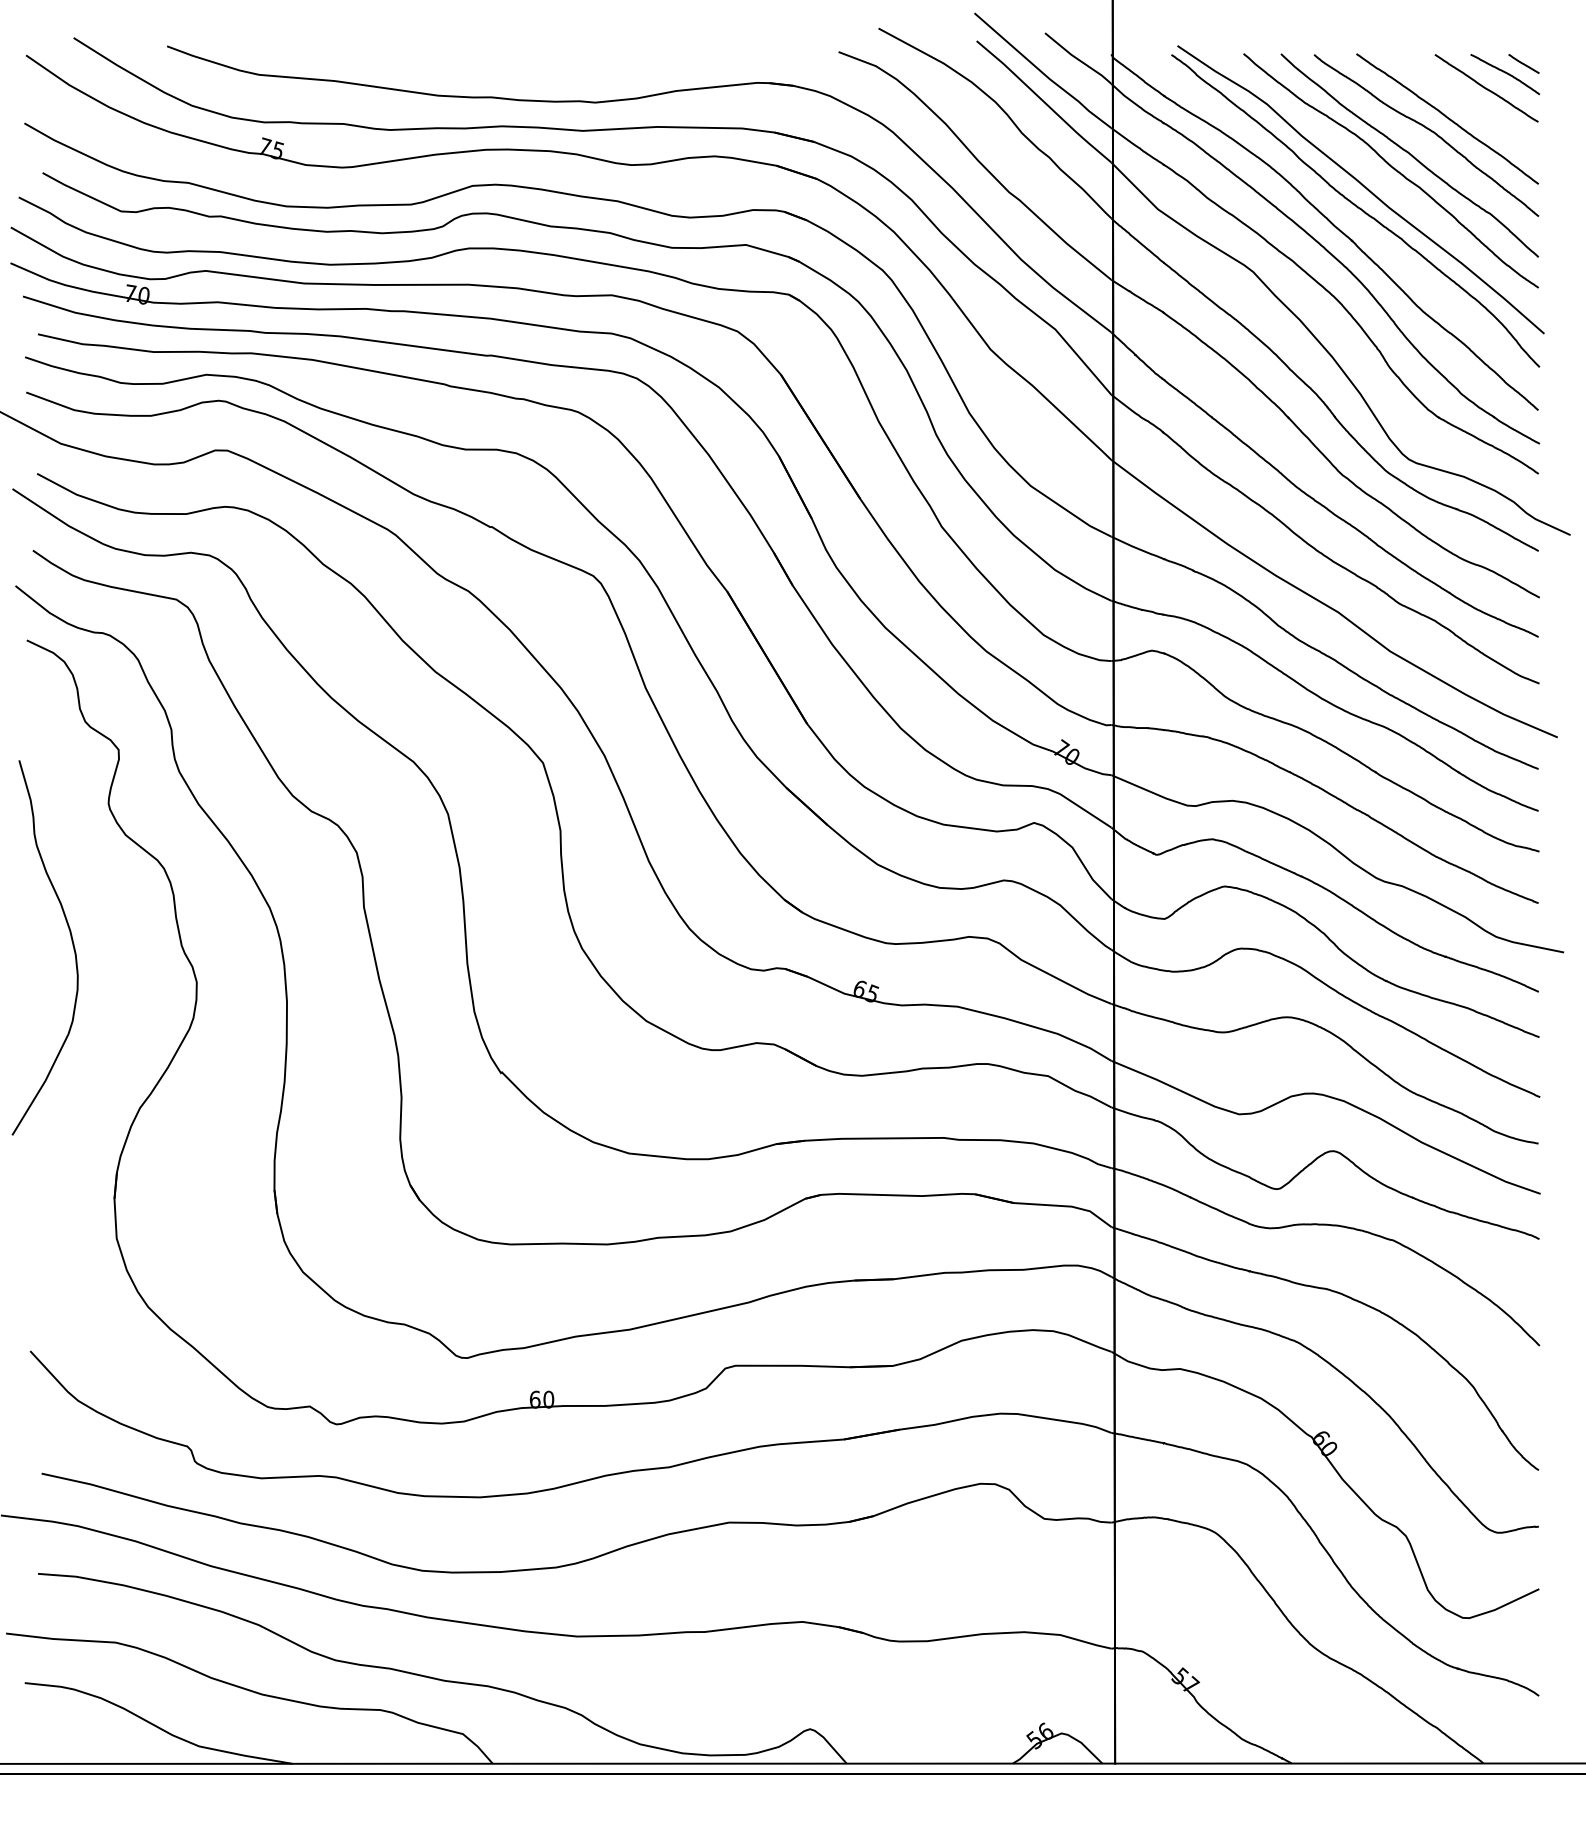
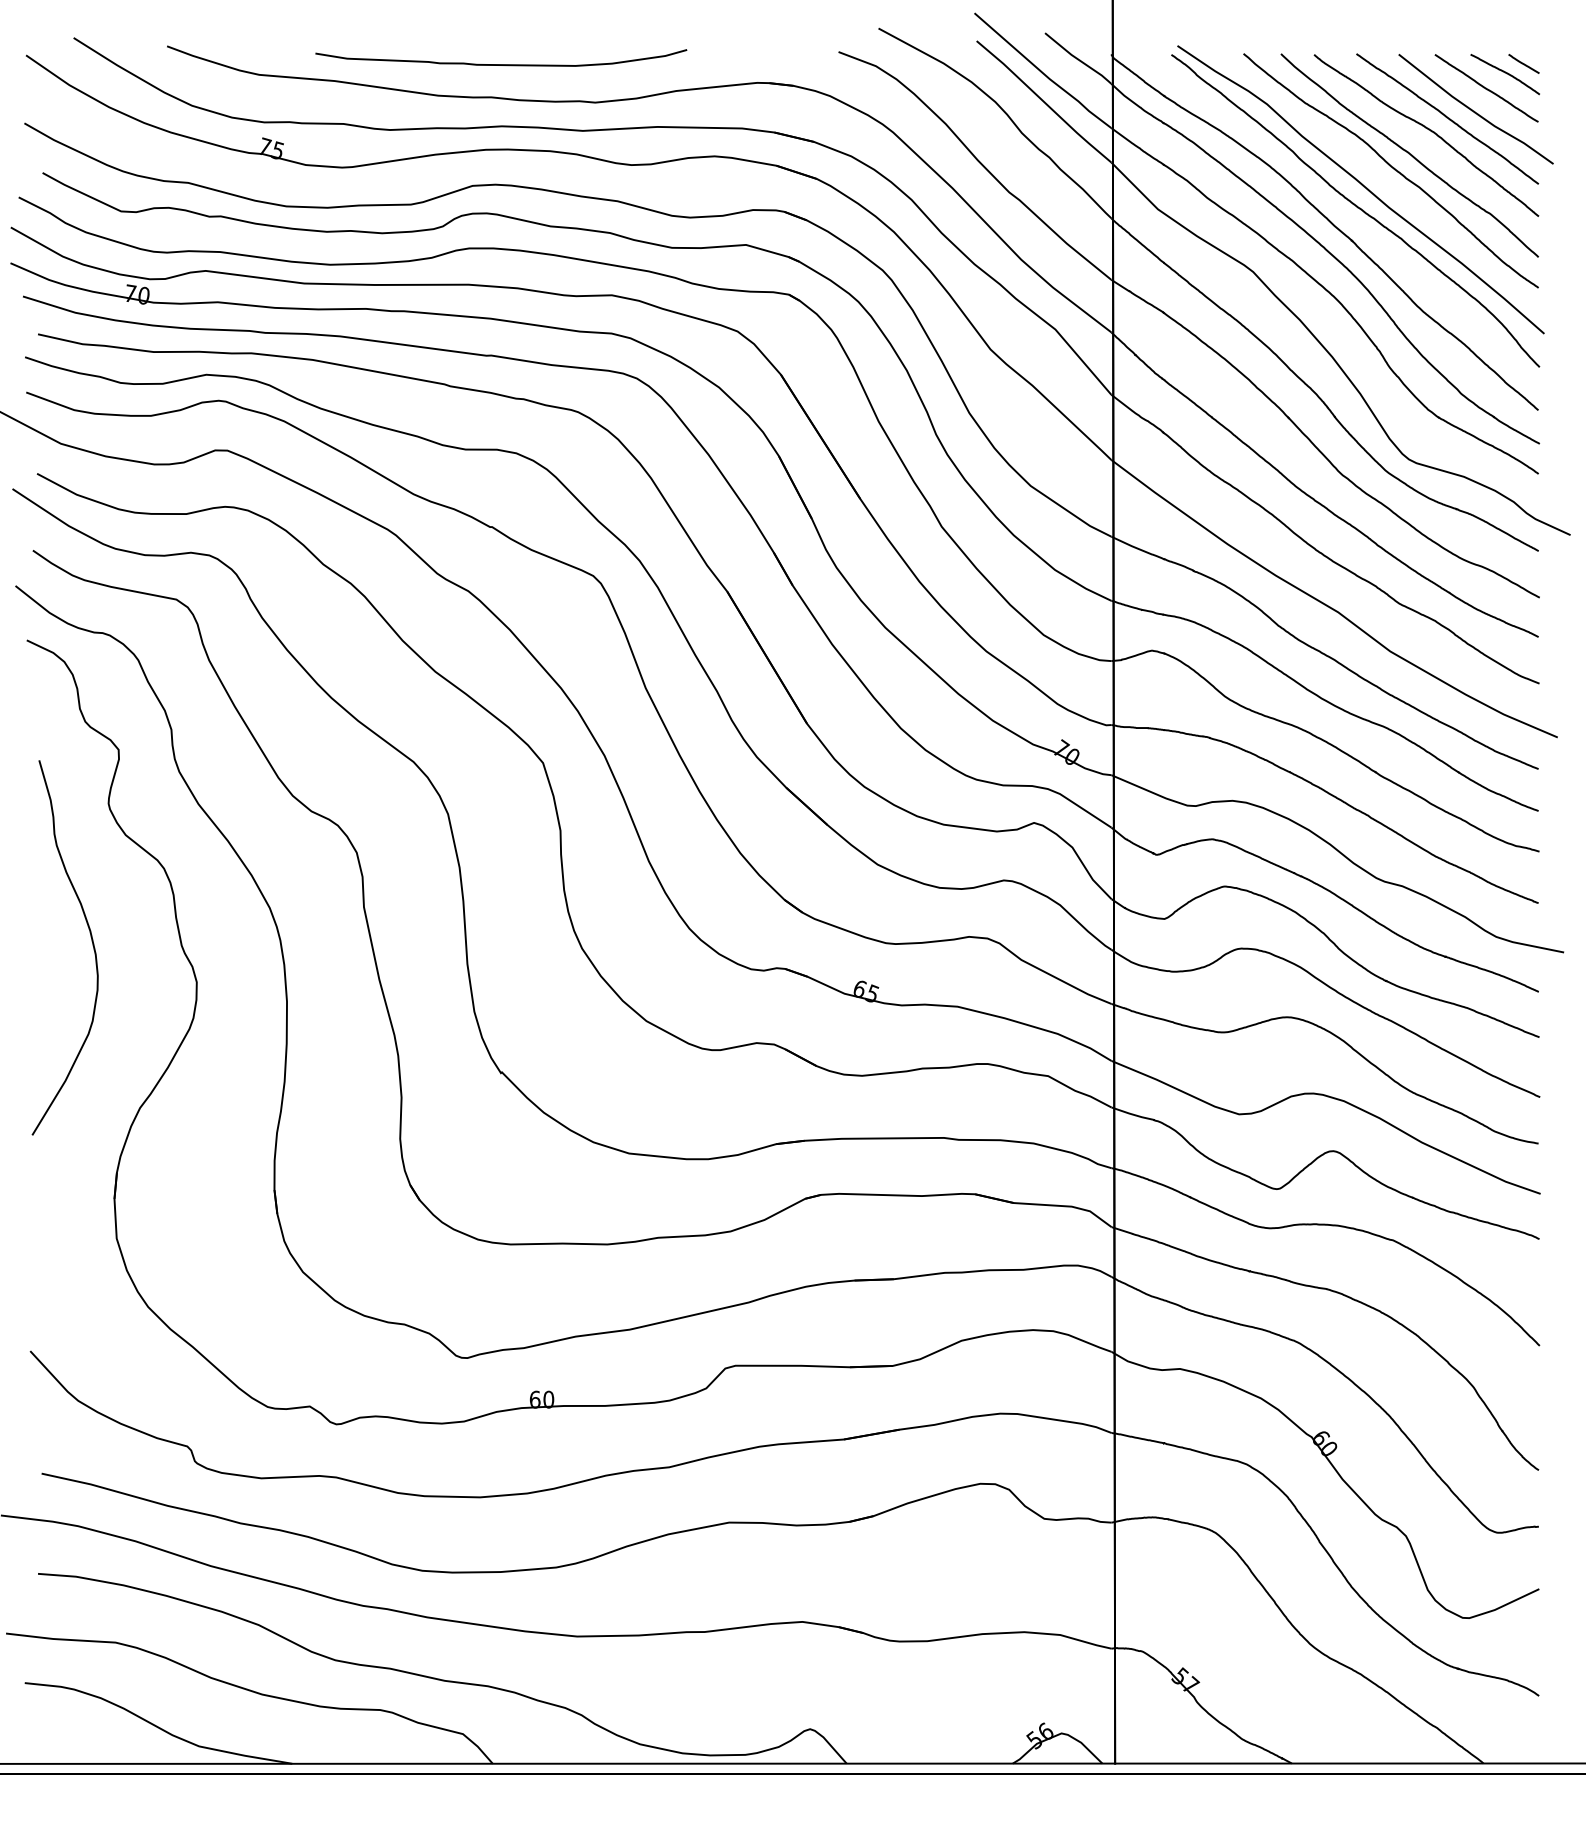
curve at (501, 64): none -> present
line at (1474, 110): none -> present
curve at (71, 941) position: (71, 941) -> (91, 941)
